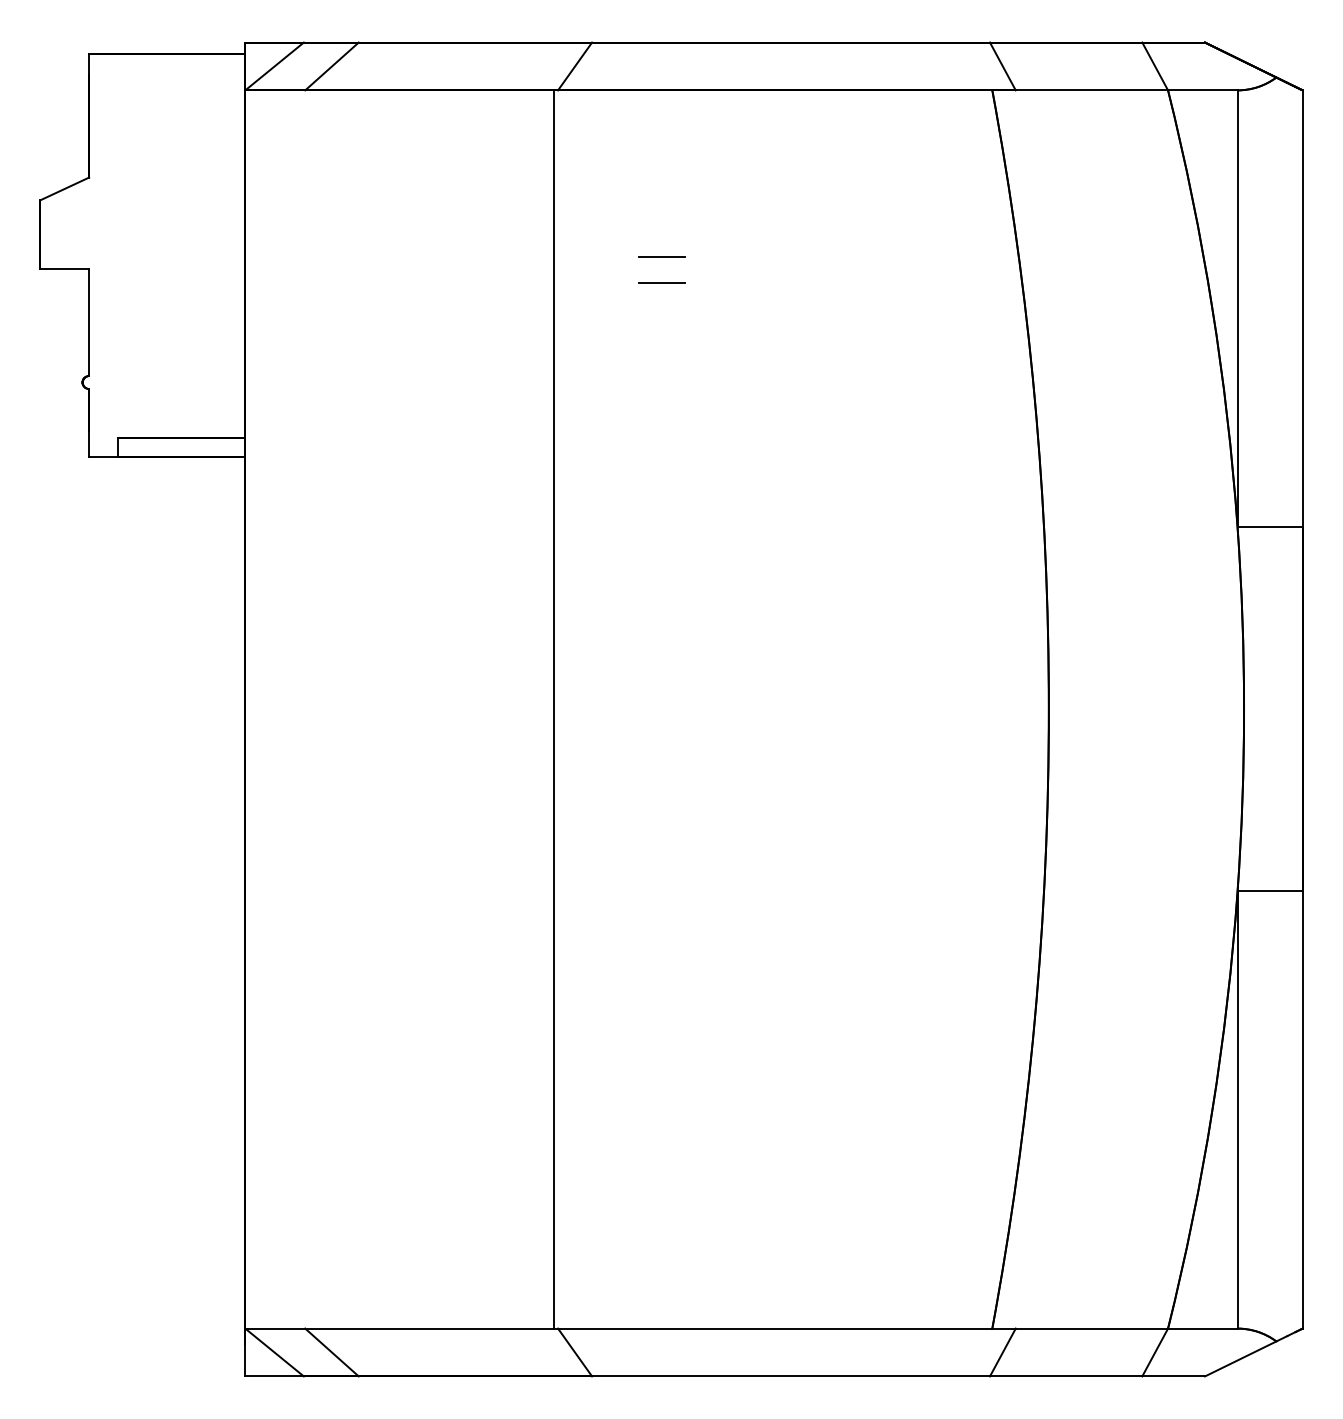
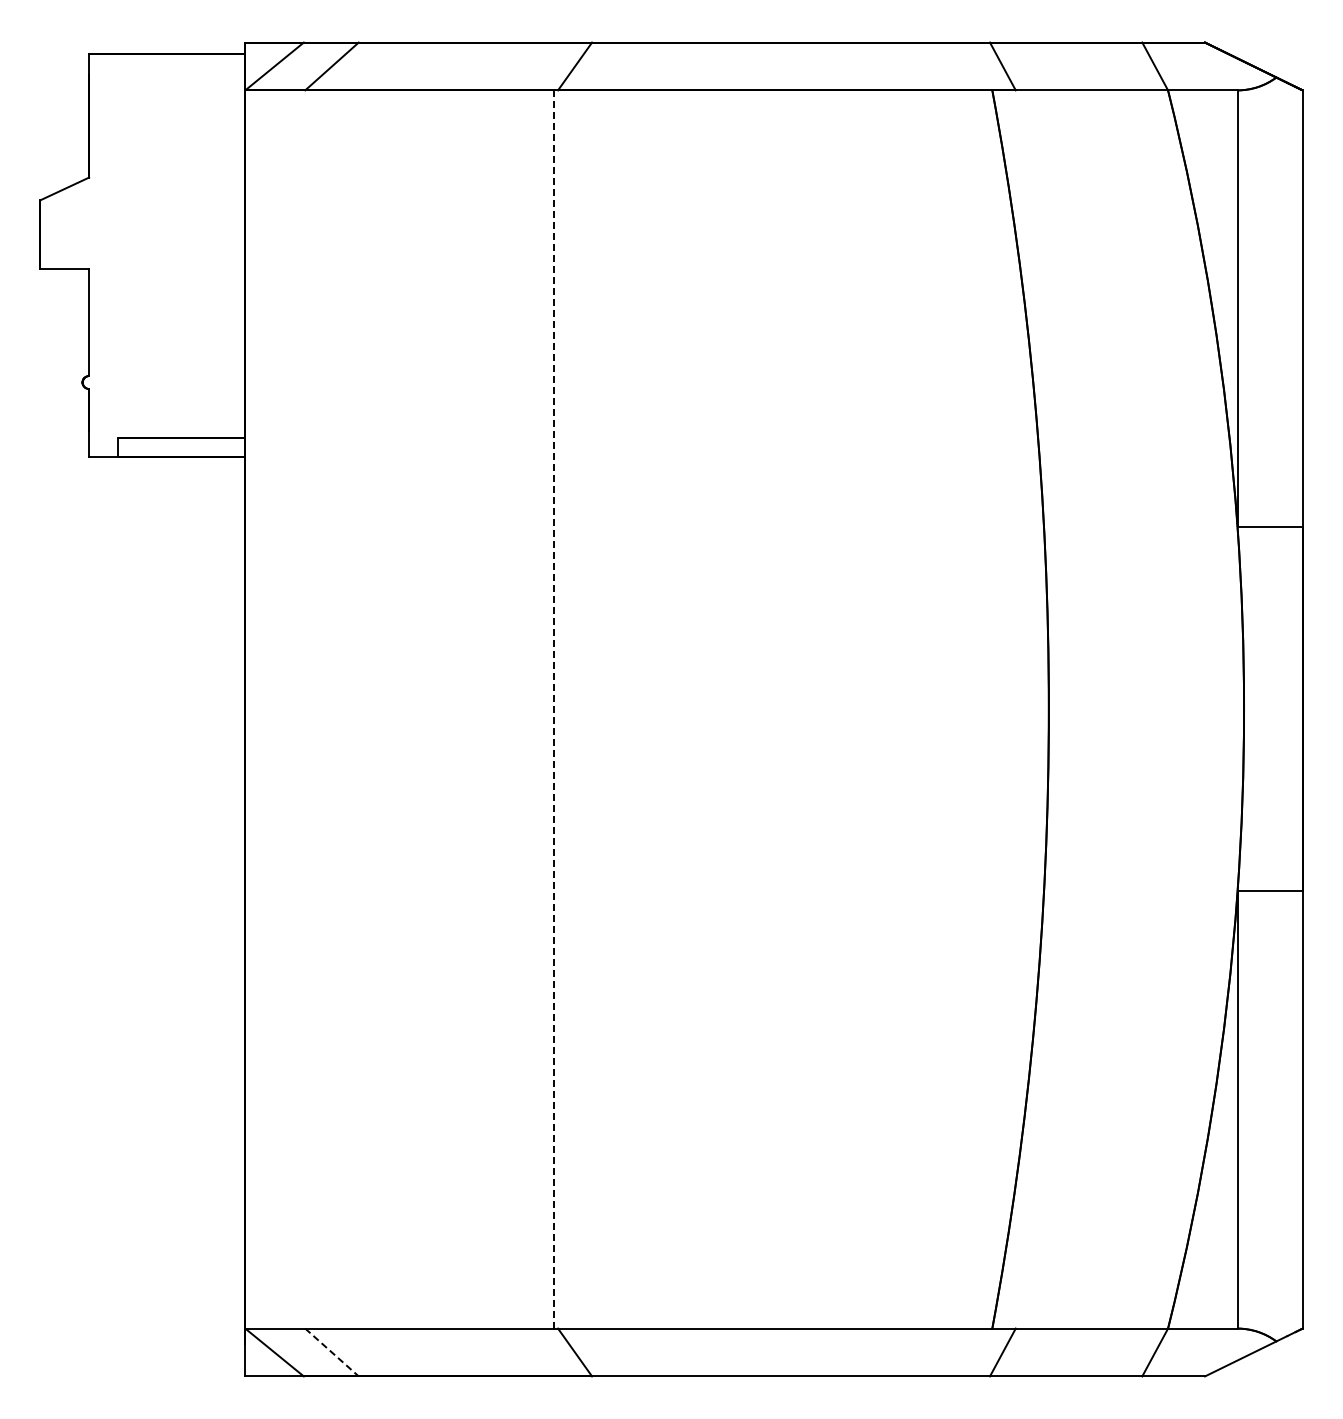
line at (661, 256): present -> none
line at (661, 283): present -> none
line at (554, 709): solid -> dashed
line at (332, 1352): solid -> dashed
